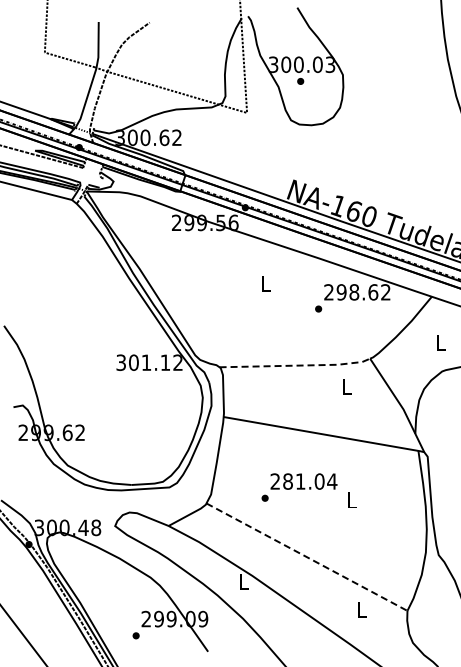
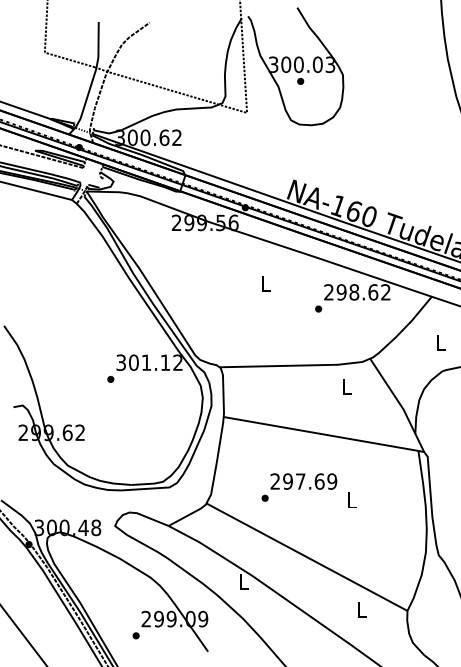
line at (297, 365): dashed -> solid
part at (110, 379): none -> present
text at (310, 481): 281.04 -> 297.69
line at (306, 557): dashed -> solid
